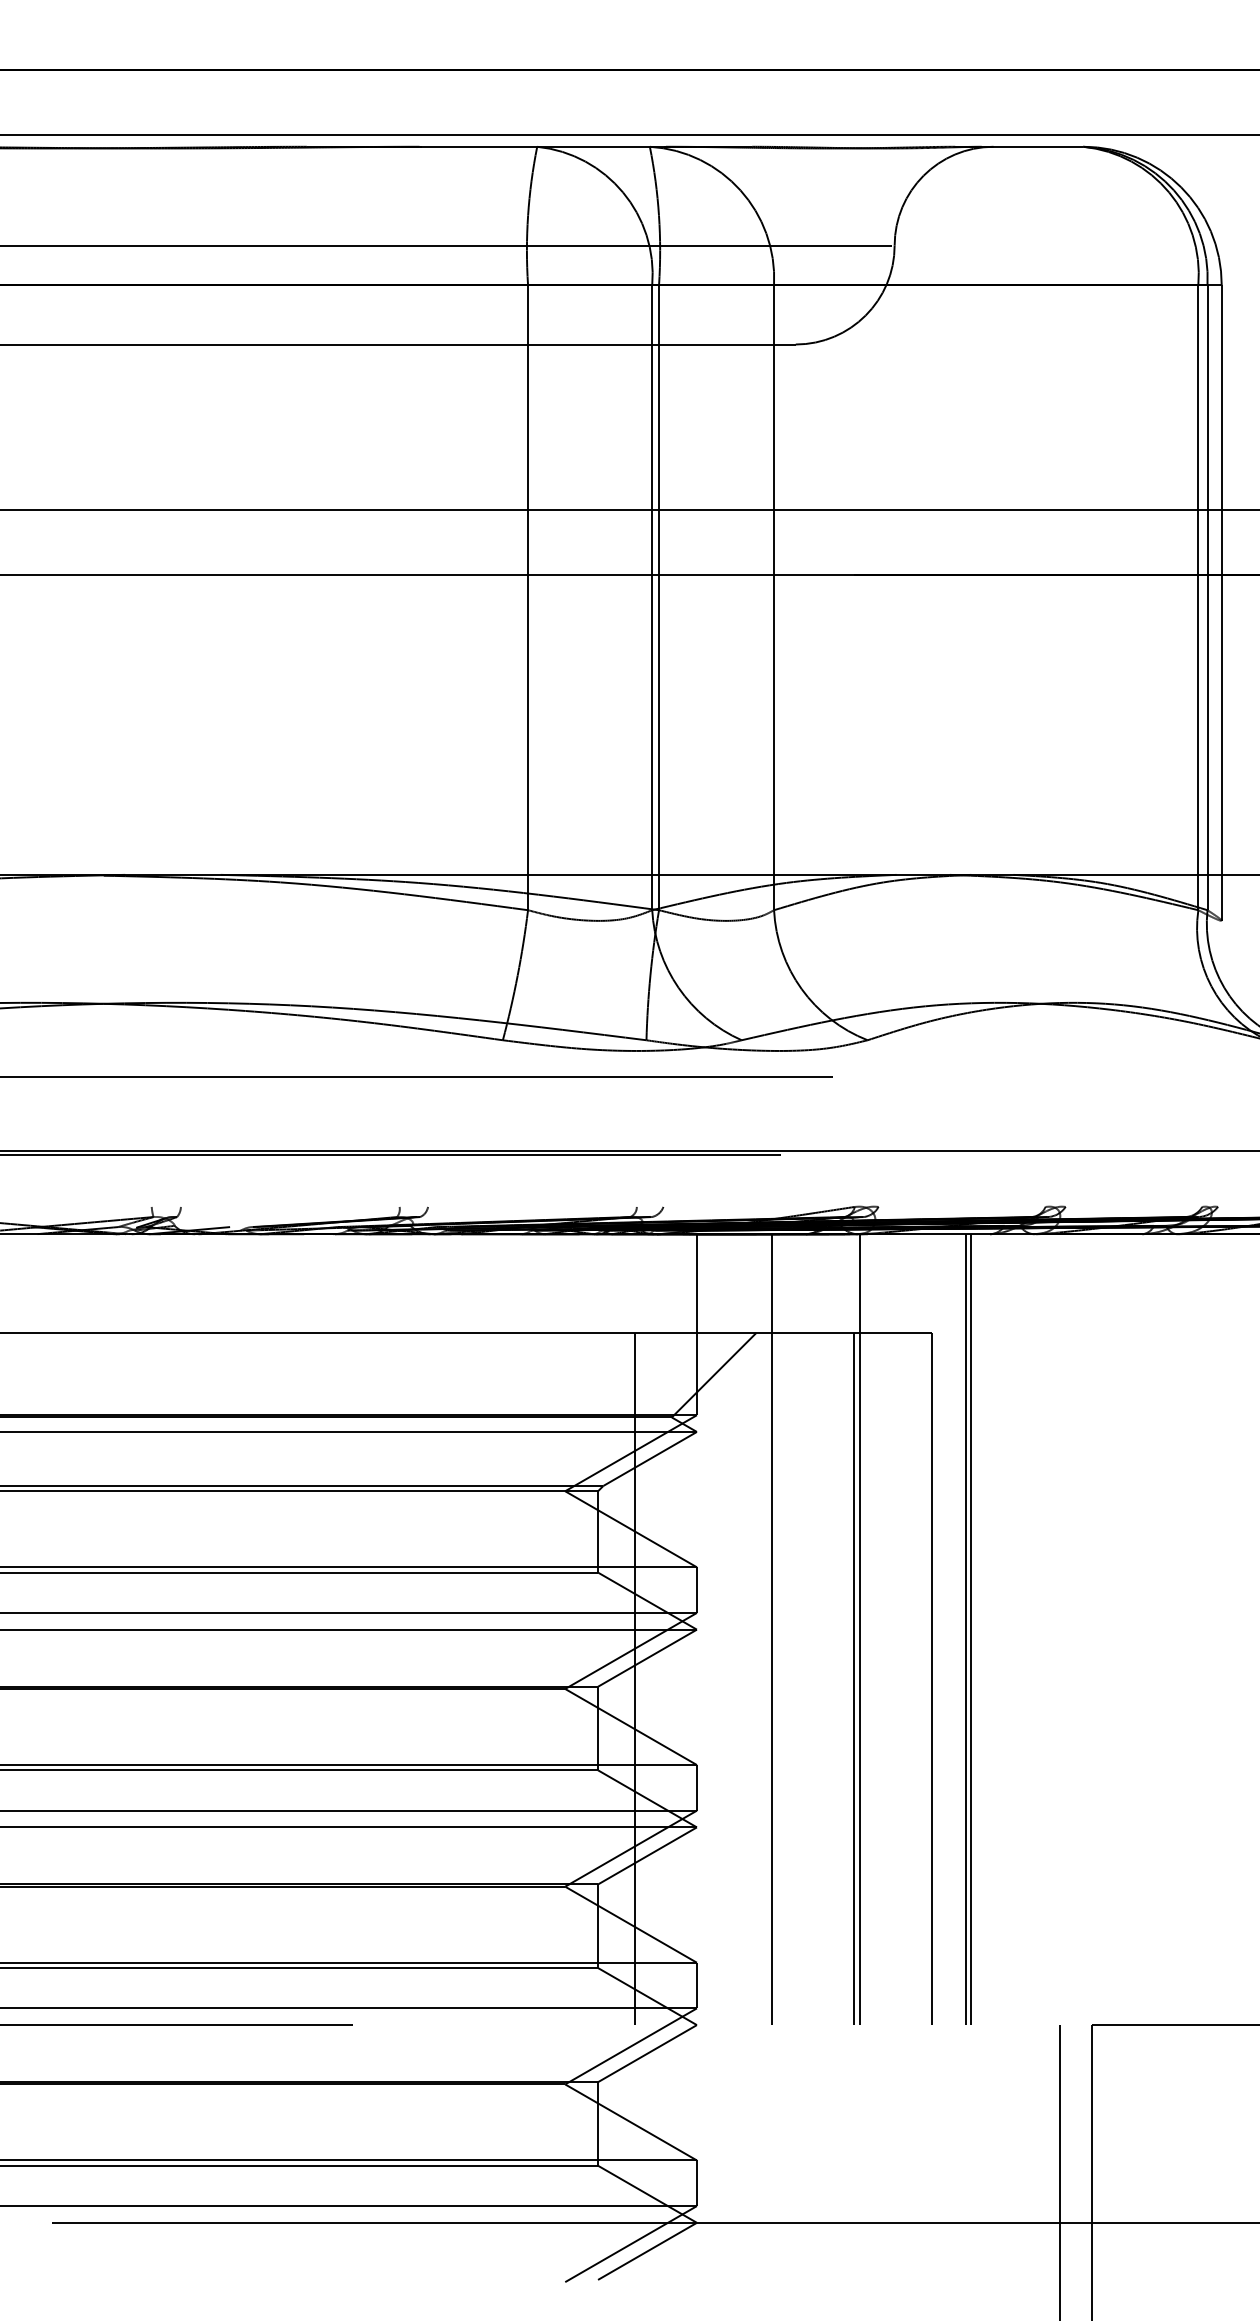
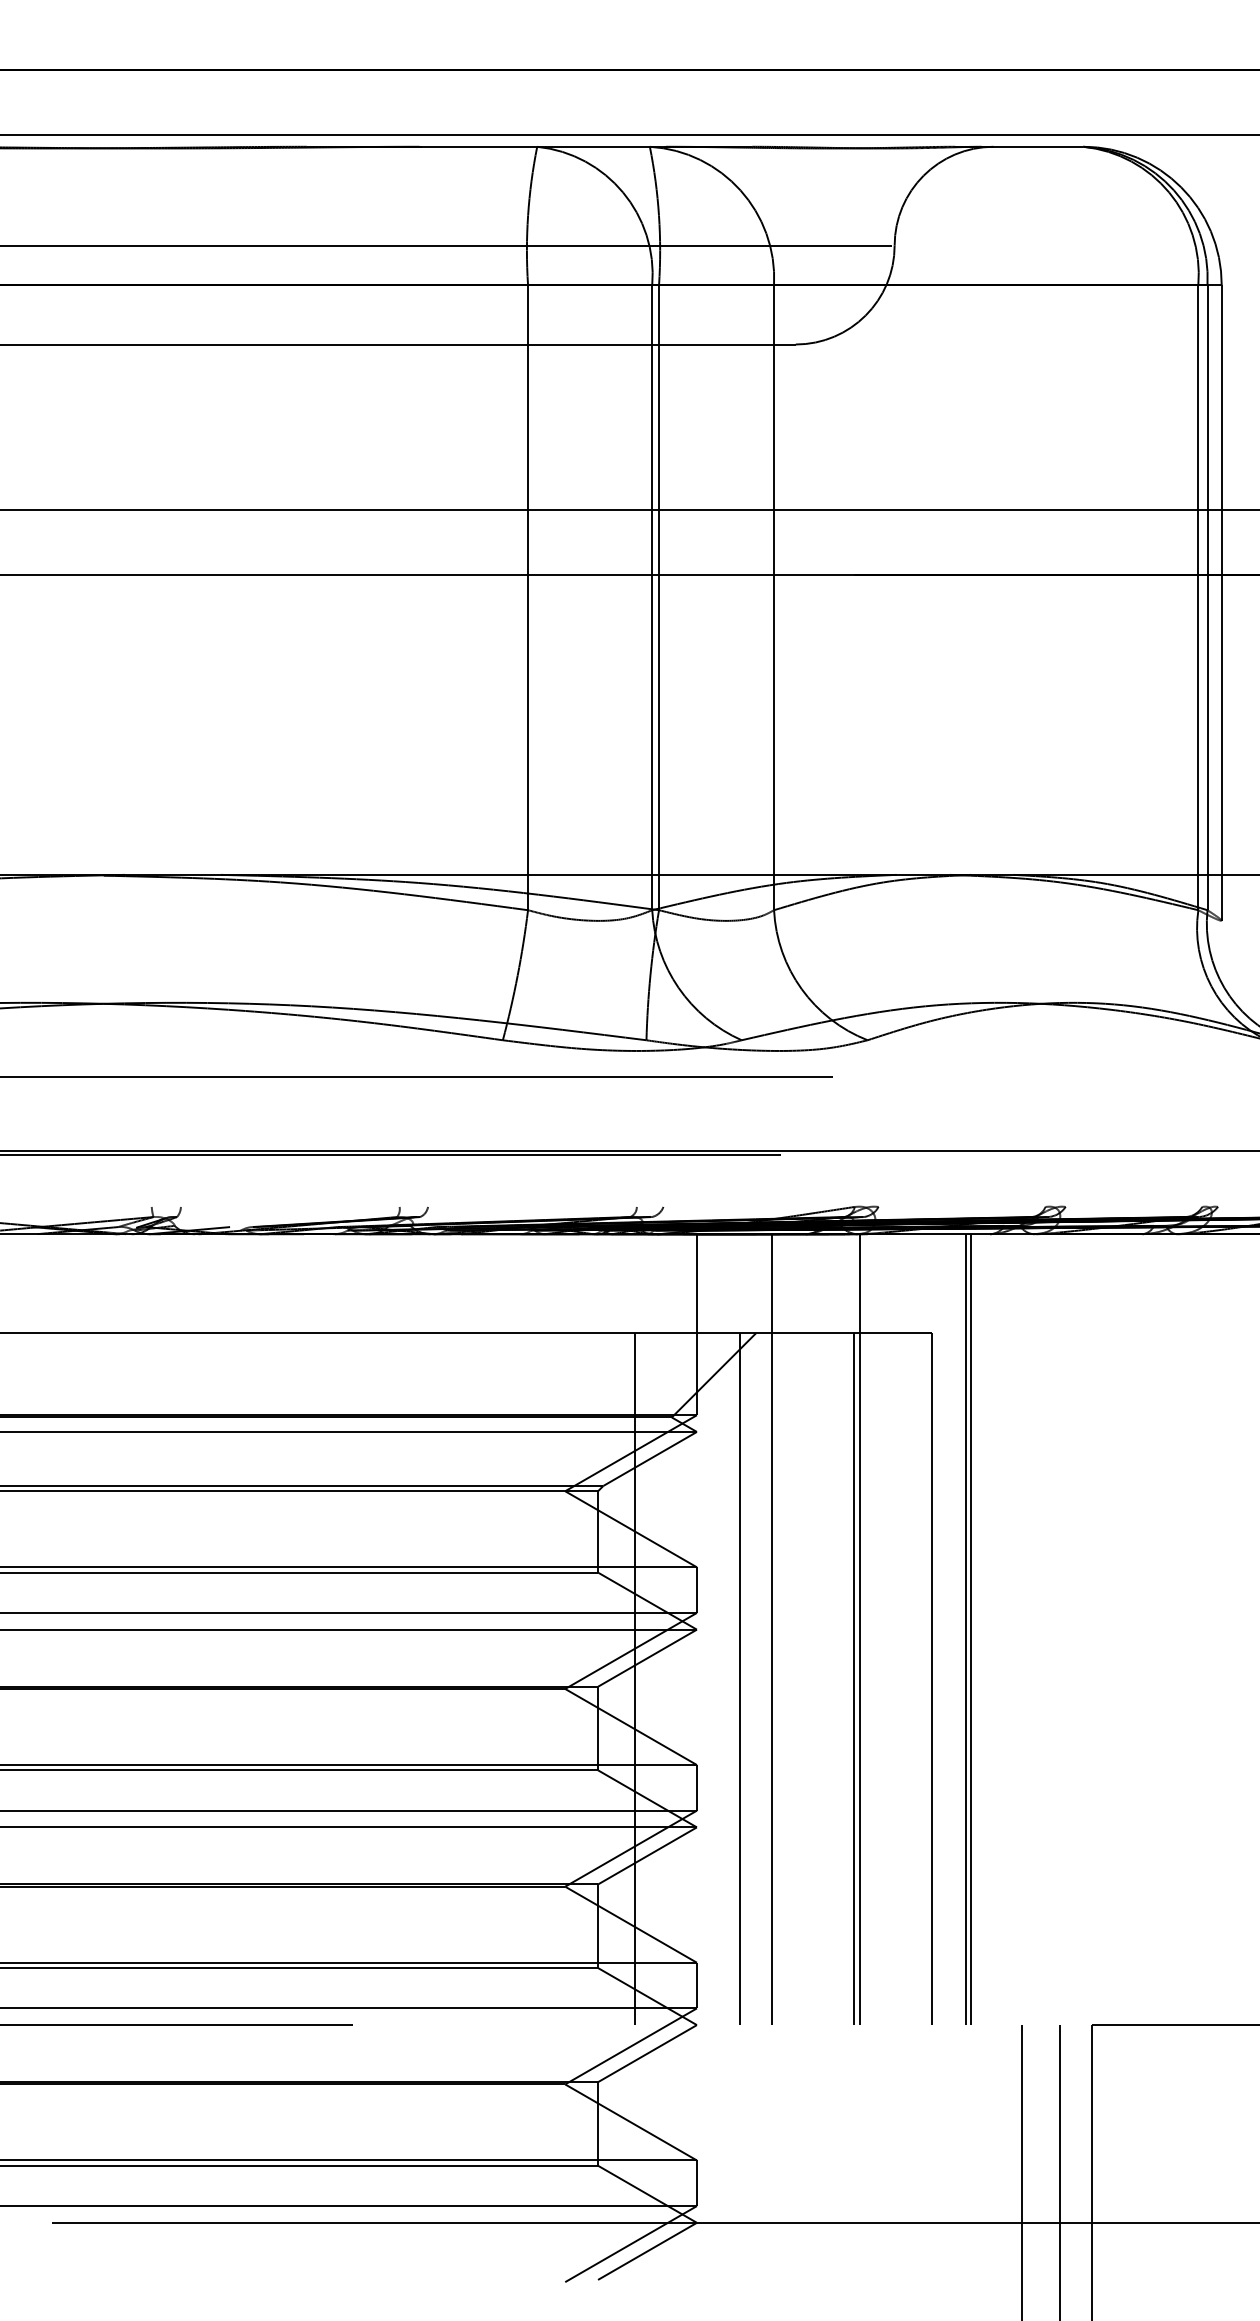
line at (739, 1679): none -> present
line at (1021, 2171): none -> present
